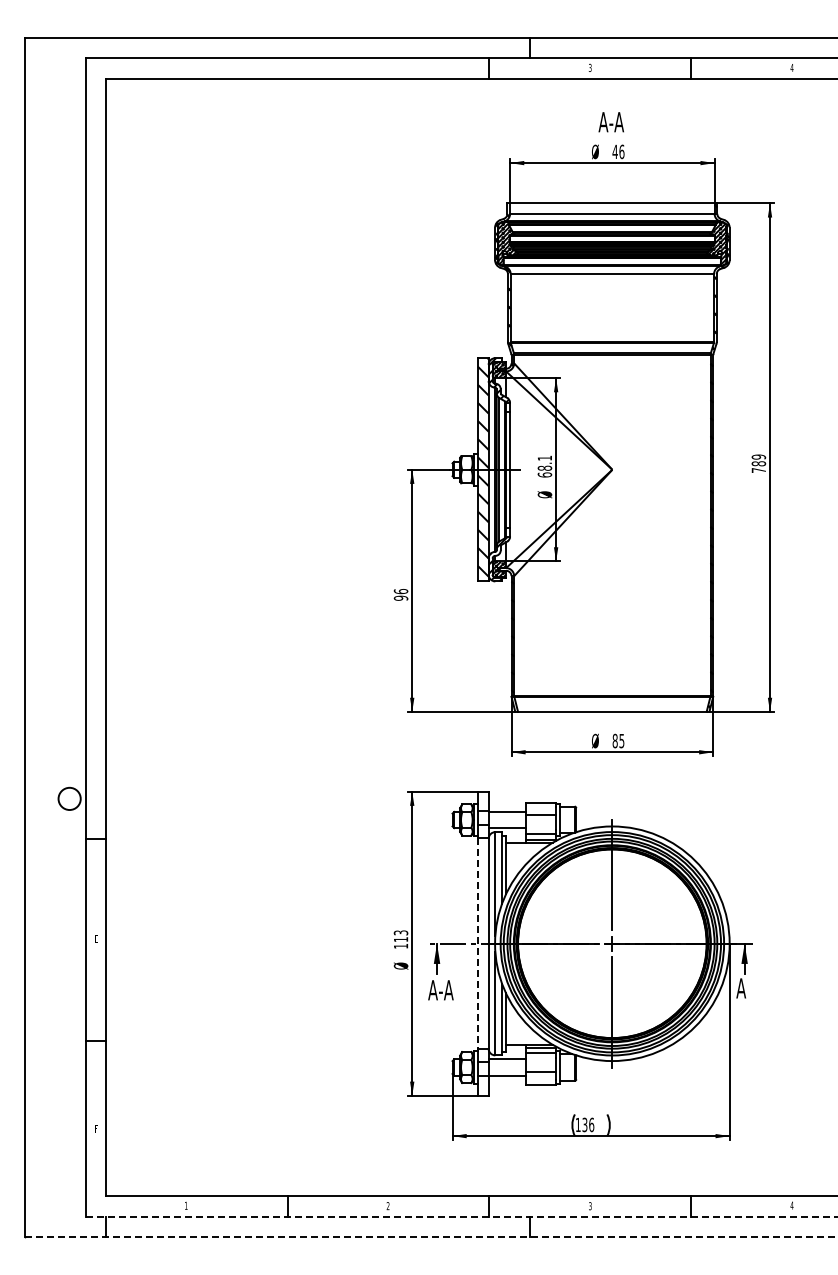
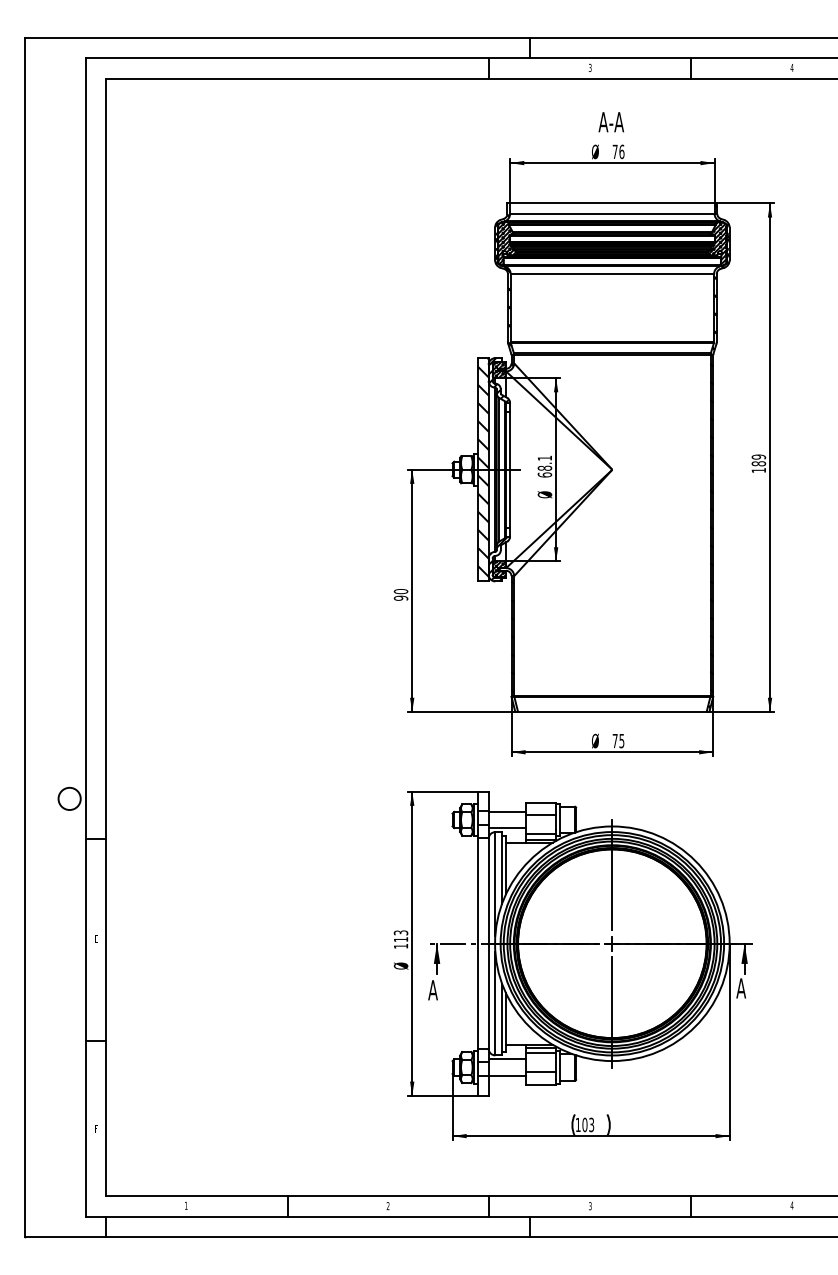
text at (614, 151): 46 -> 76
text at (758, 470): 789 -> 189
text at (400, 590): 96 -> 90
text at (614, 740): 85 -> 75
line at (477, 943): dashed -> solid
text at (446, 990): A-A -> A
text at (588, 1124): 136 -> 103
line at (461, 1216): dashed -> solid
line at (431, 1236): dashed -> solid
